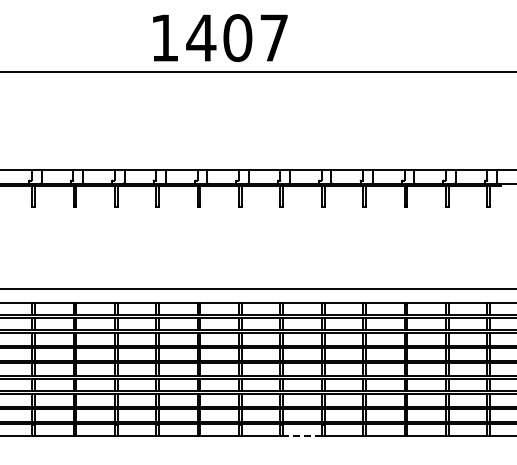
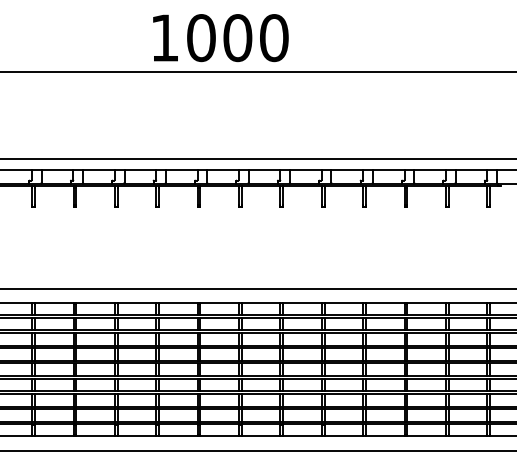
text at (237, 38): 1407 -> 1000
line at (257, 159): none -> present
line at (302, 436): dashed -> solid
line at (257, 450): none -> present
